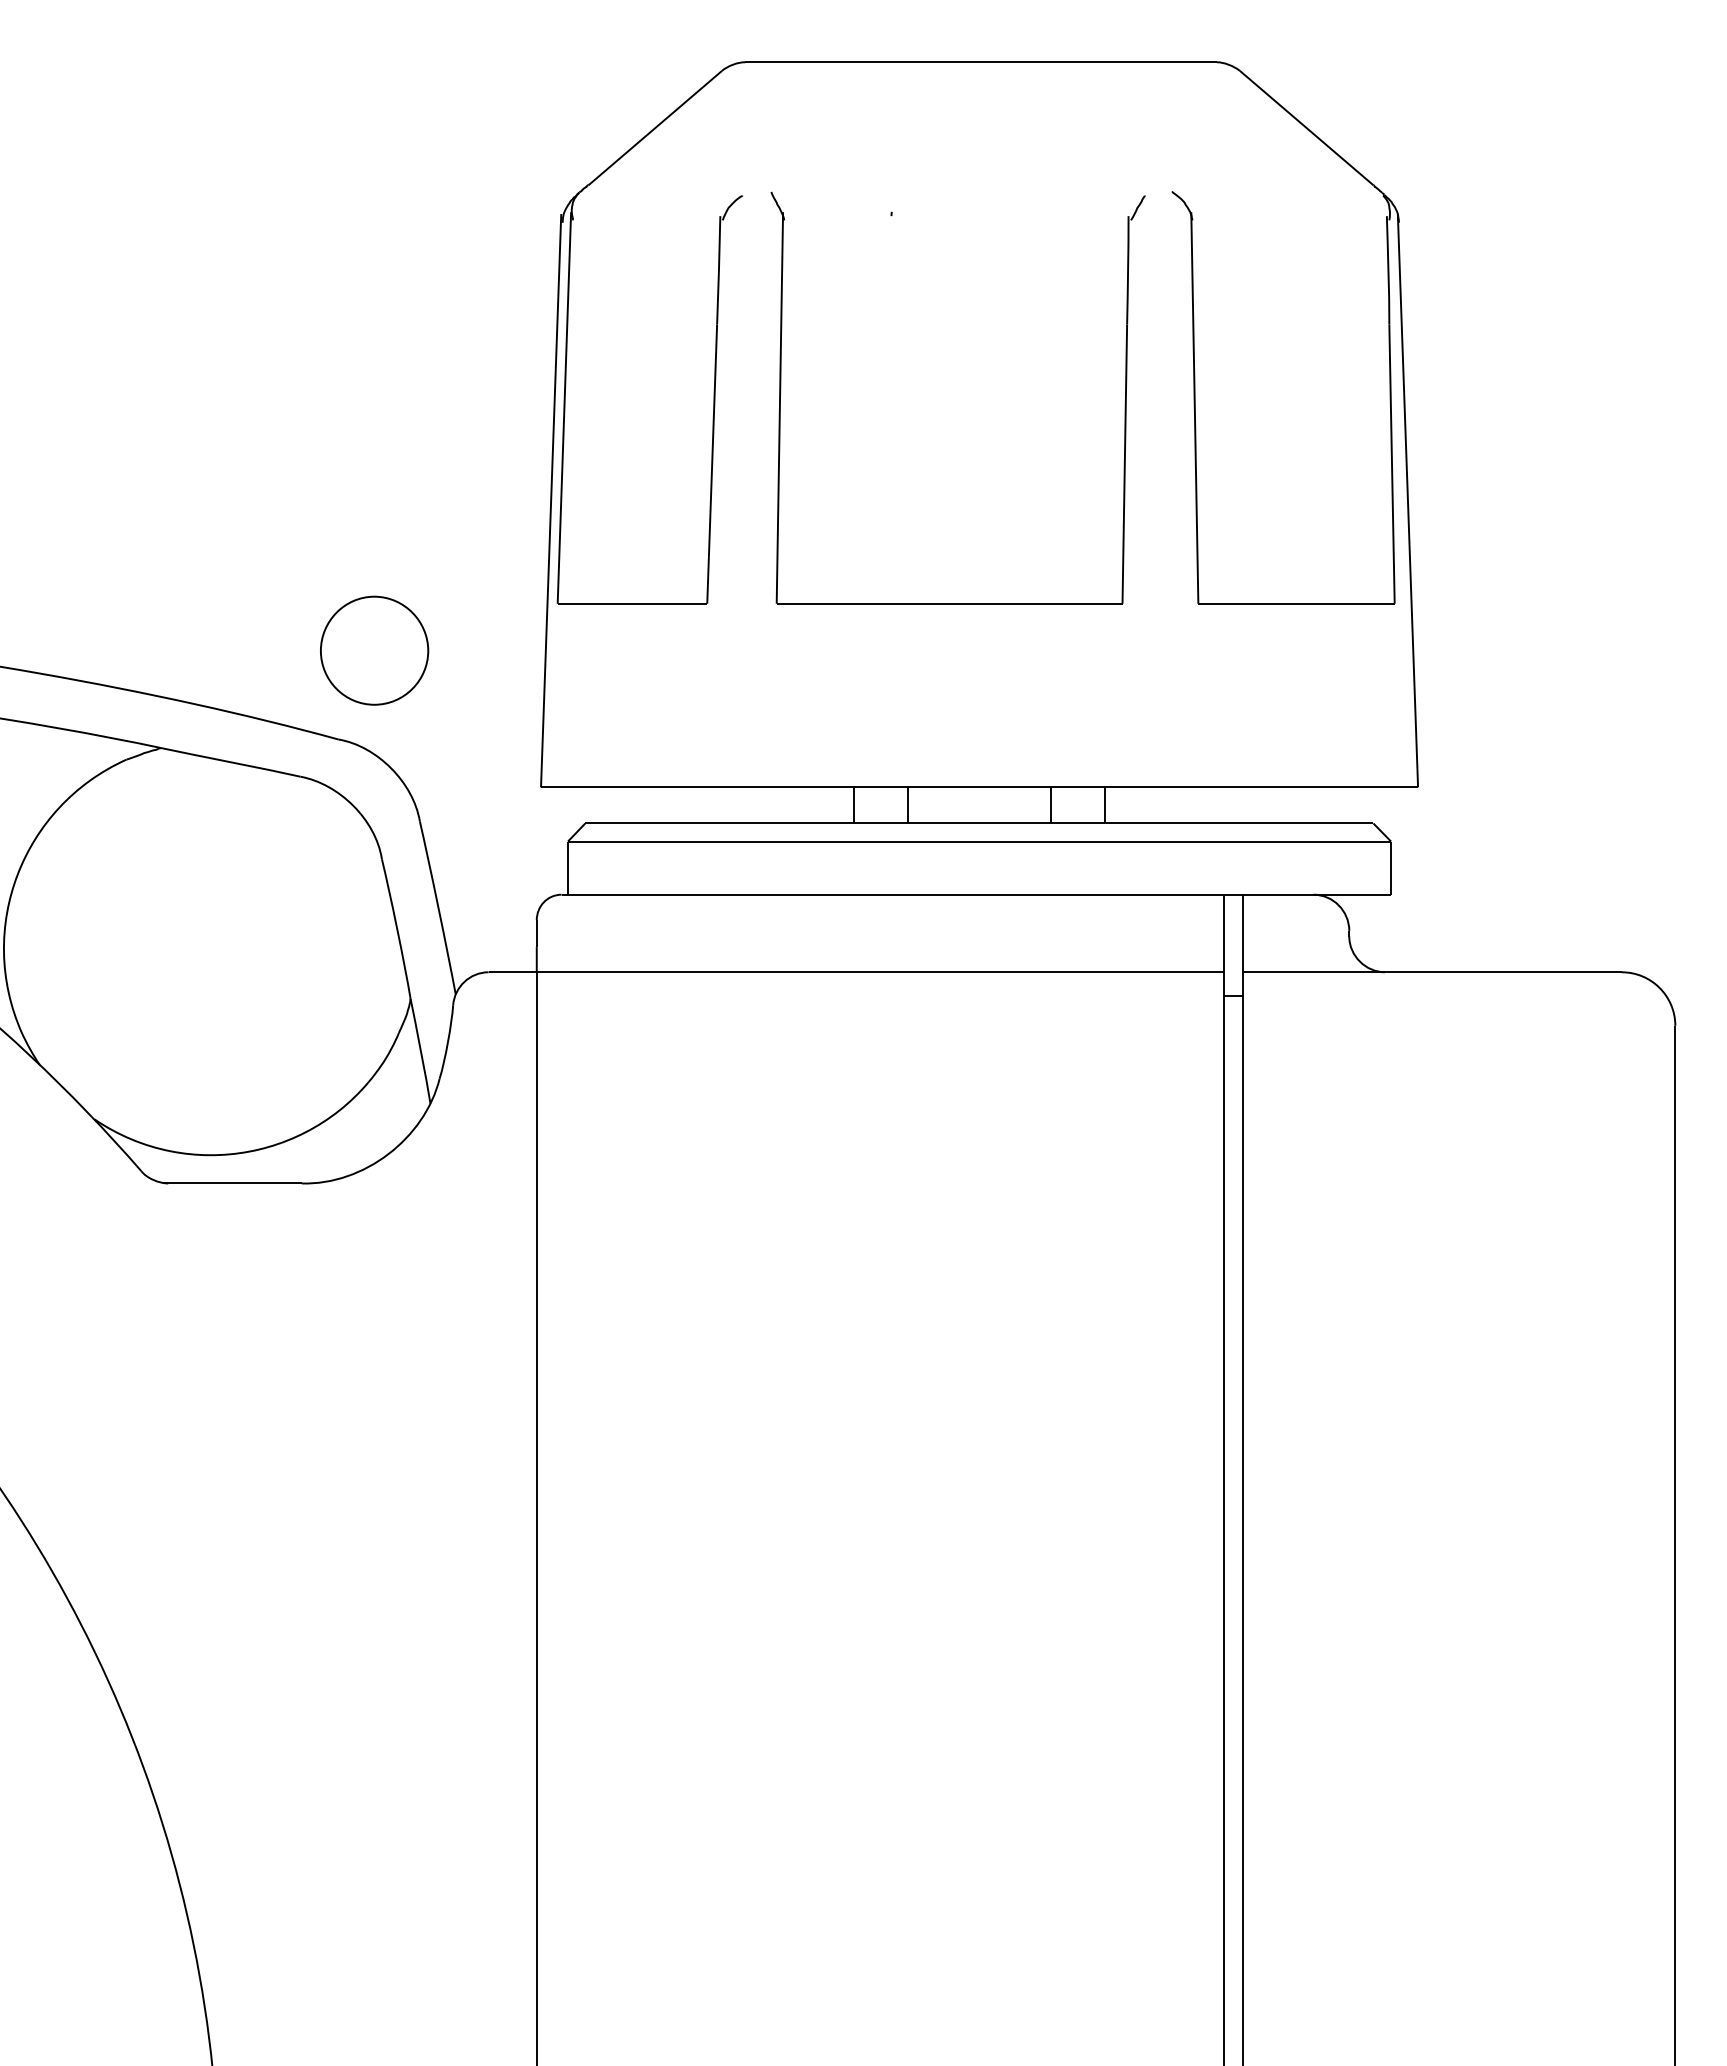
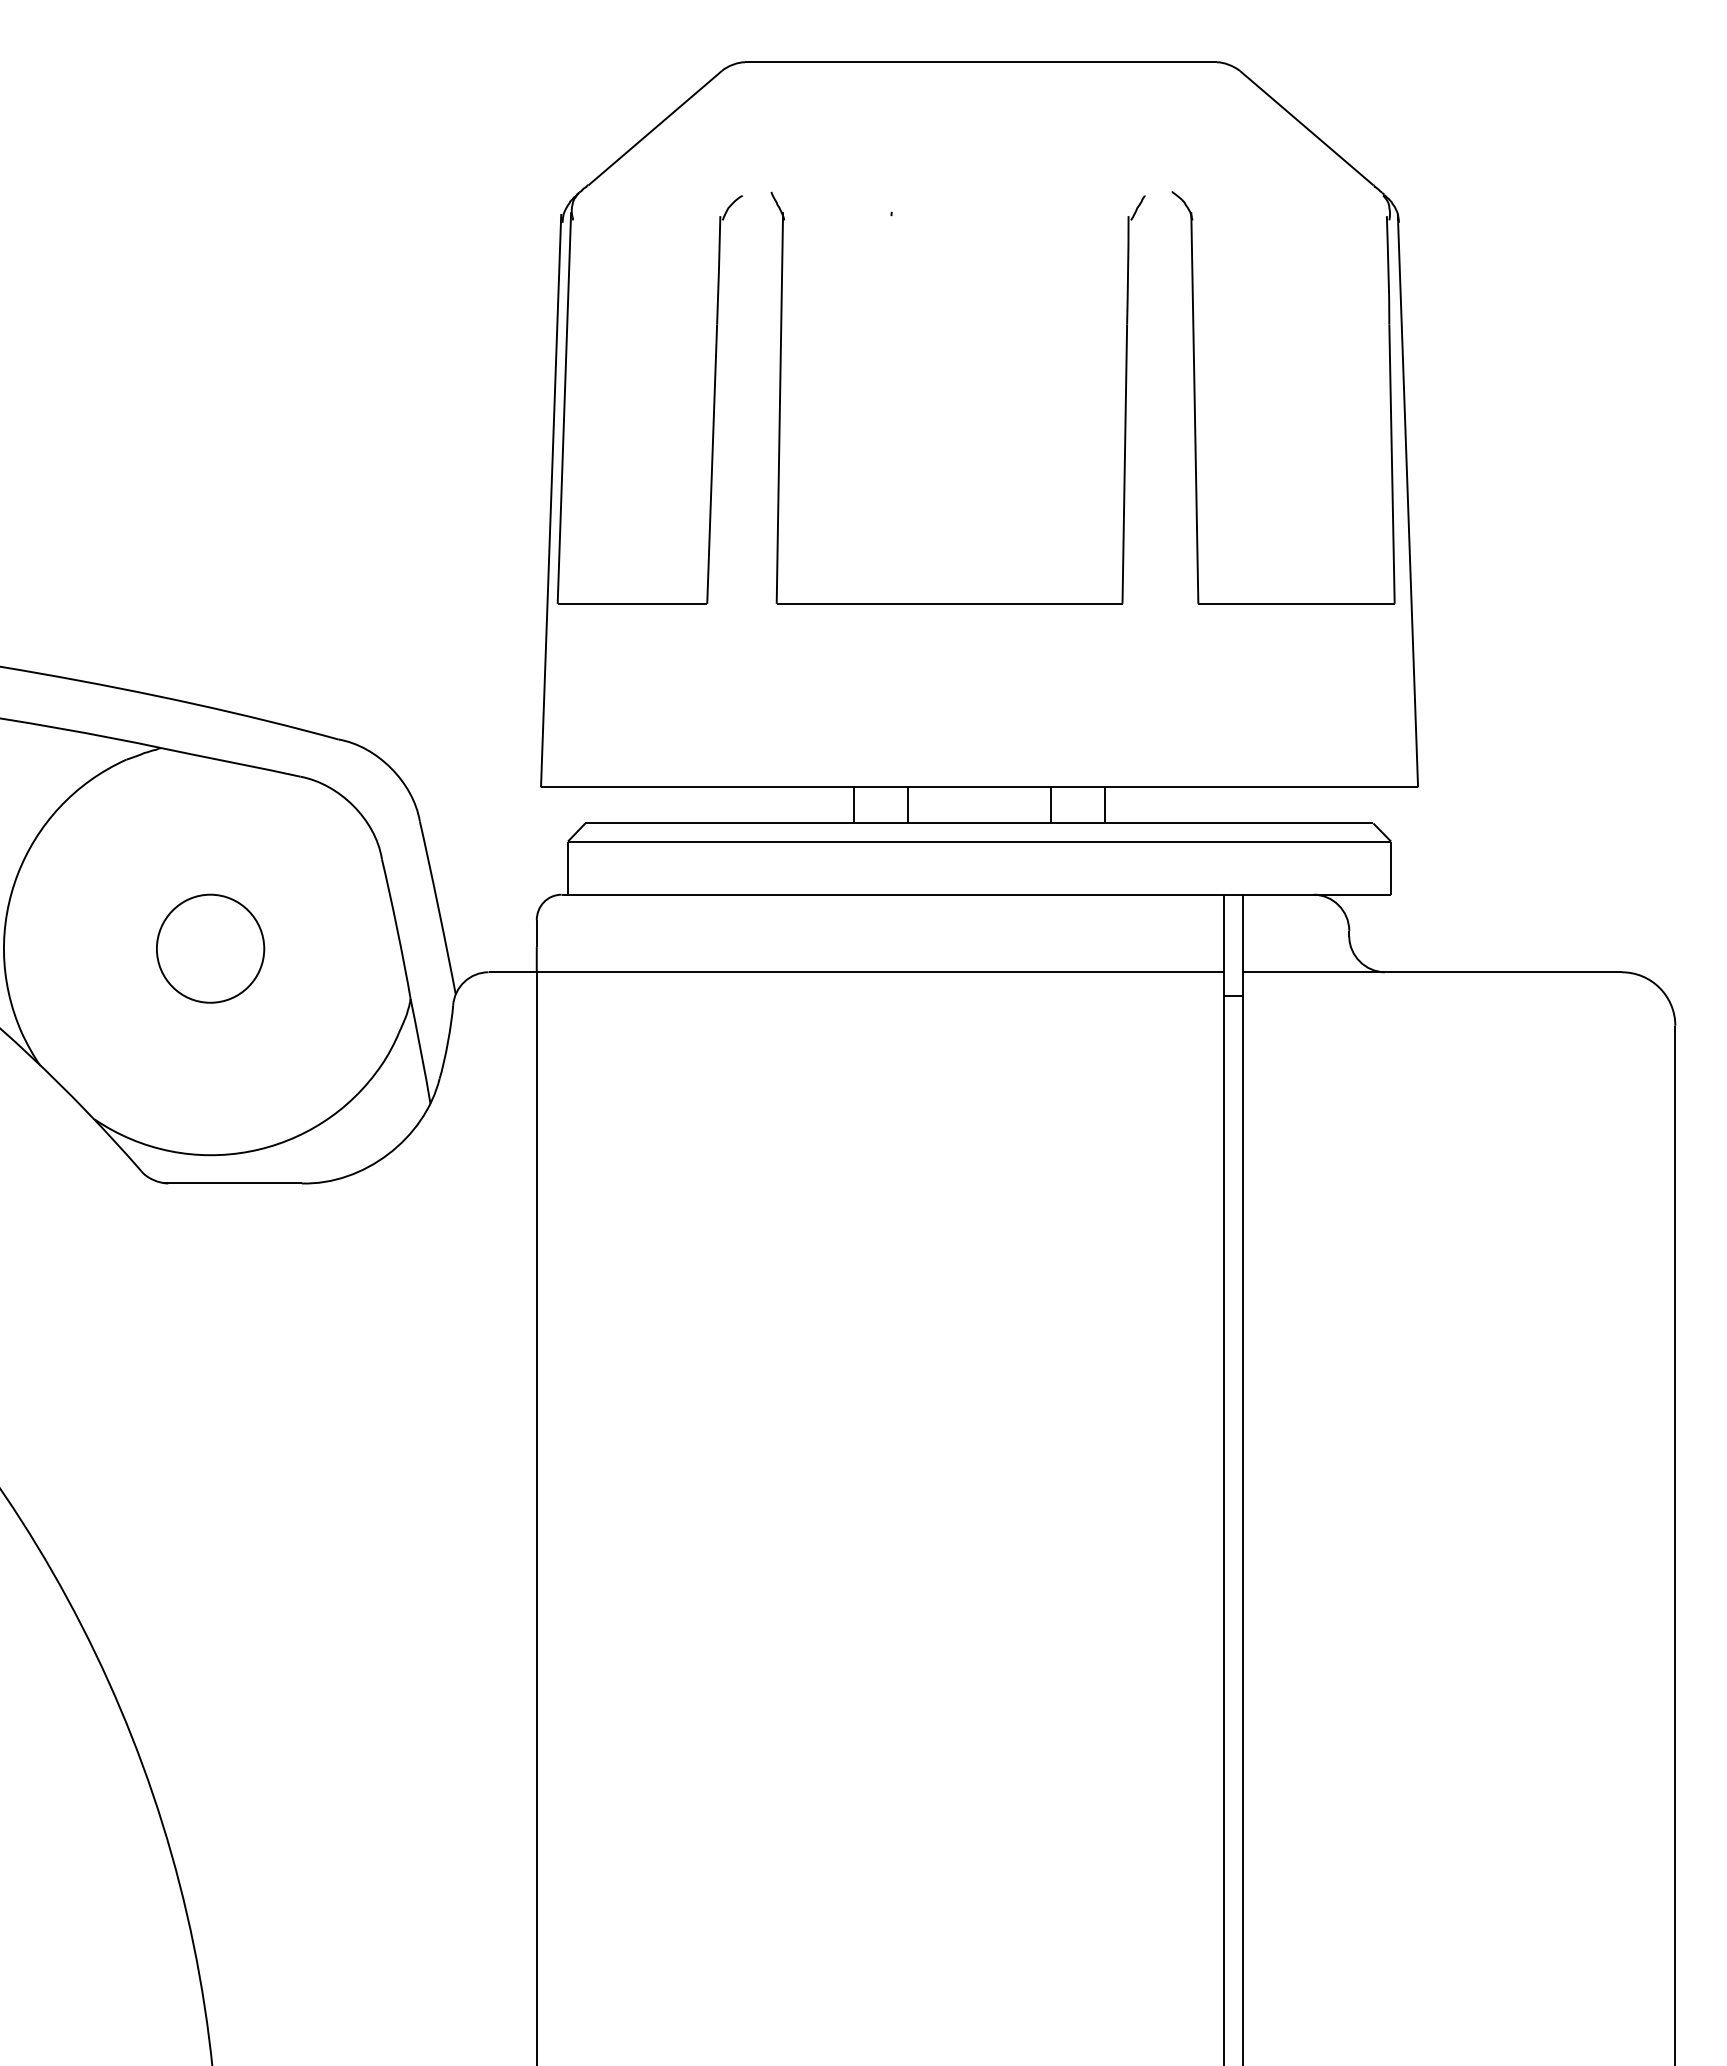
part at (374, 650) position: (374, 650) -> (210, 948)
